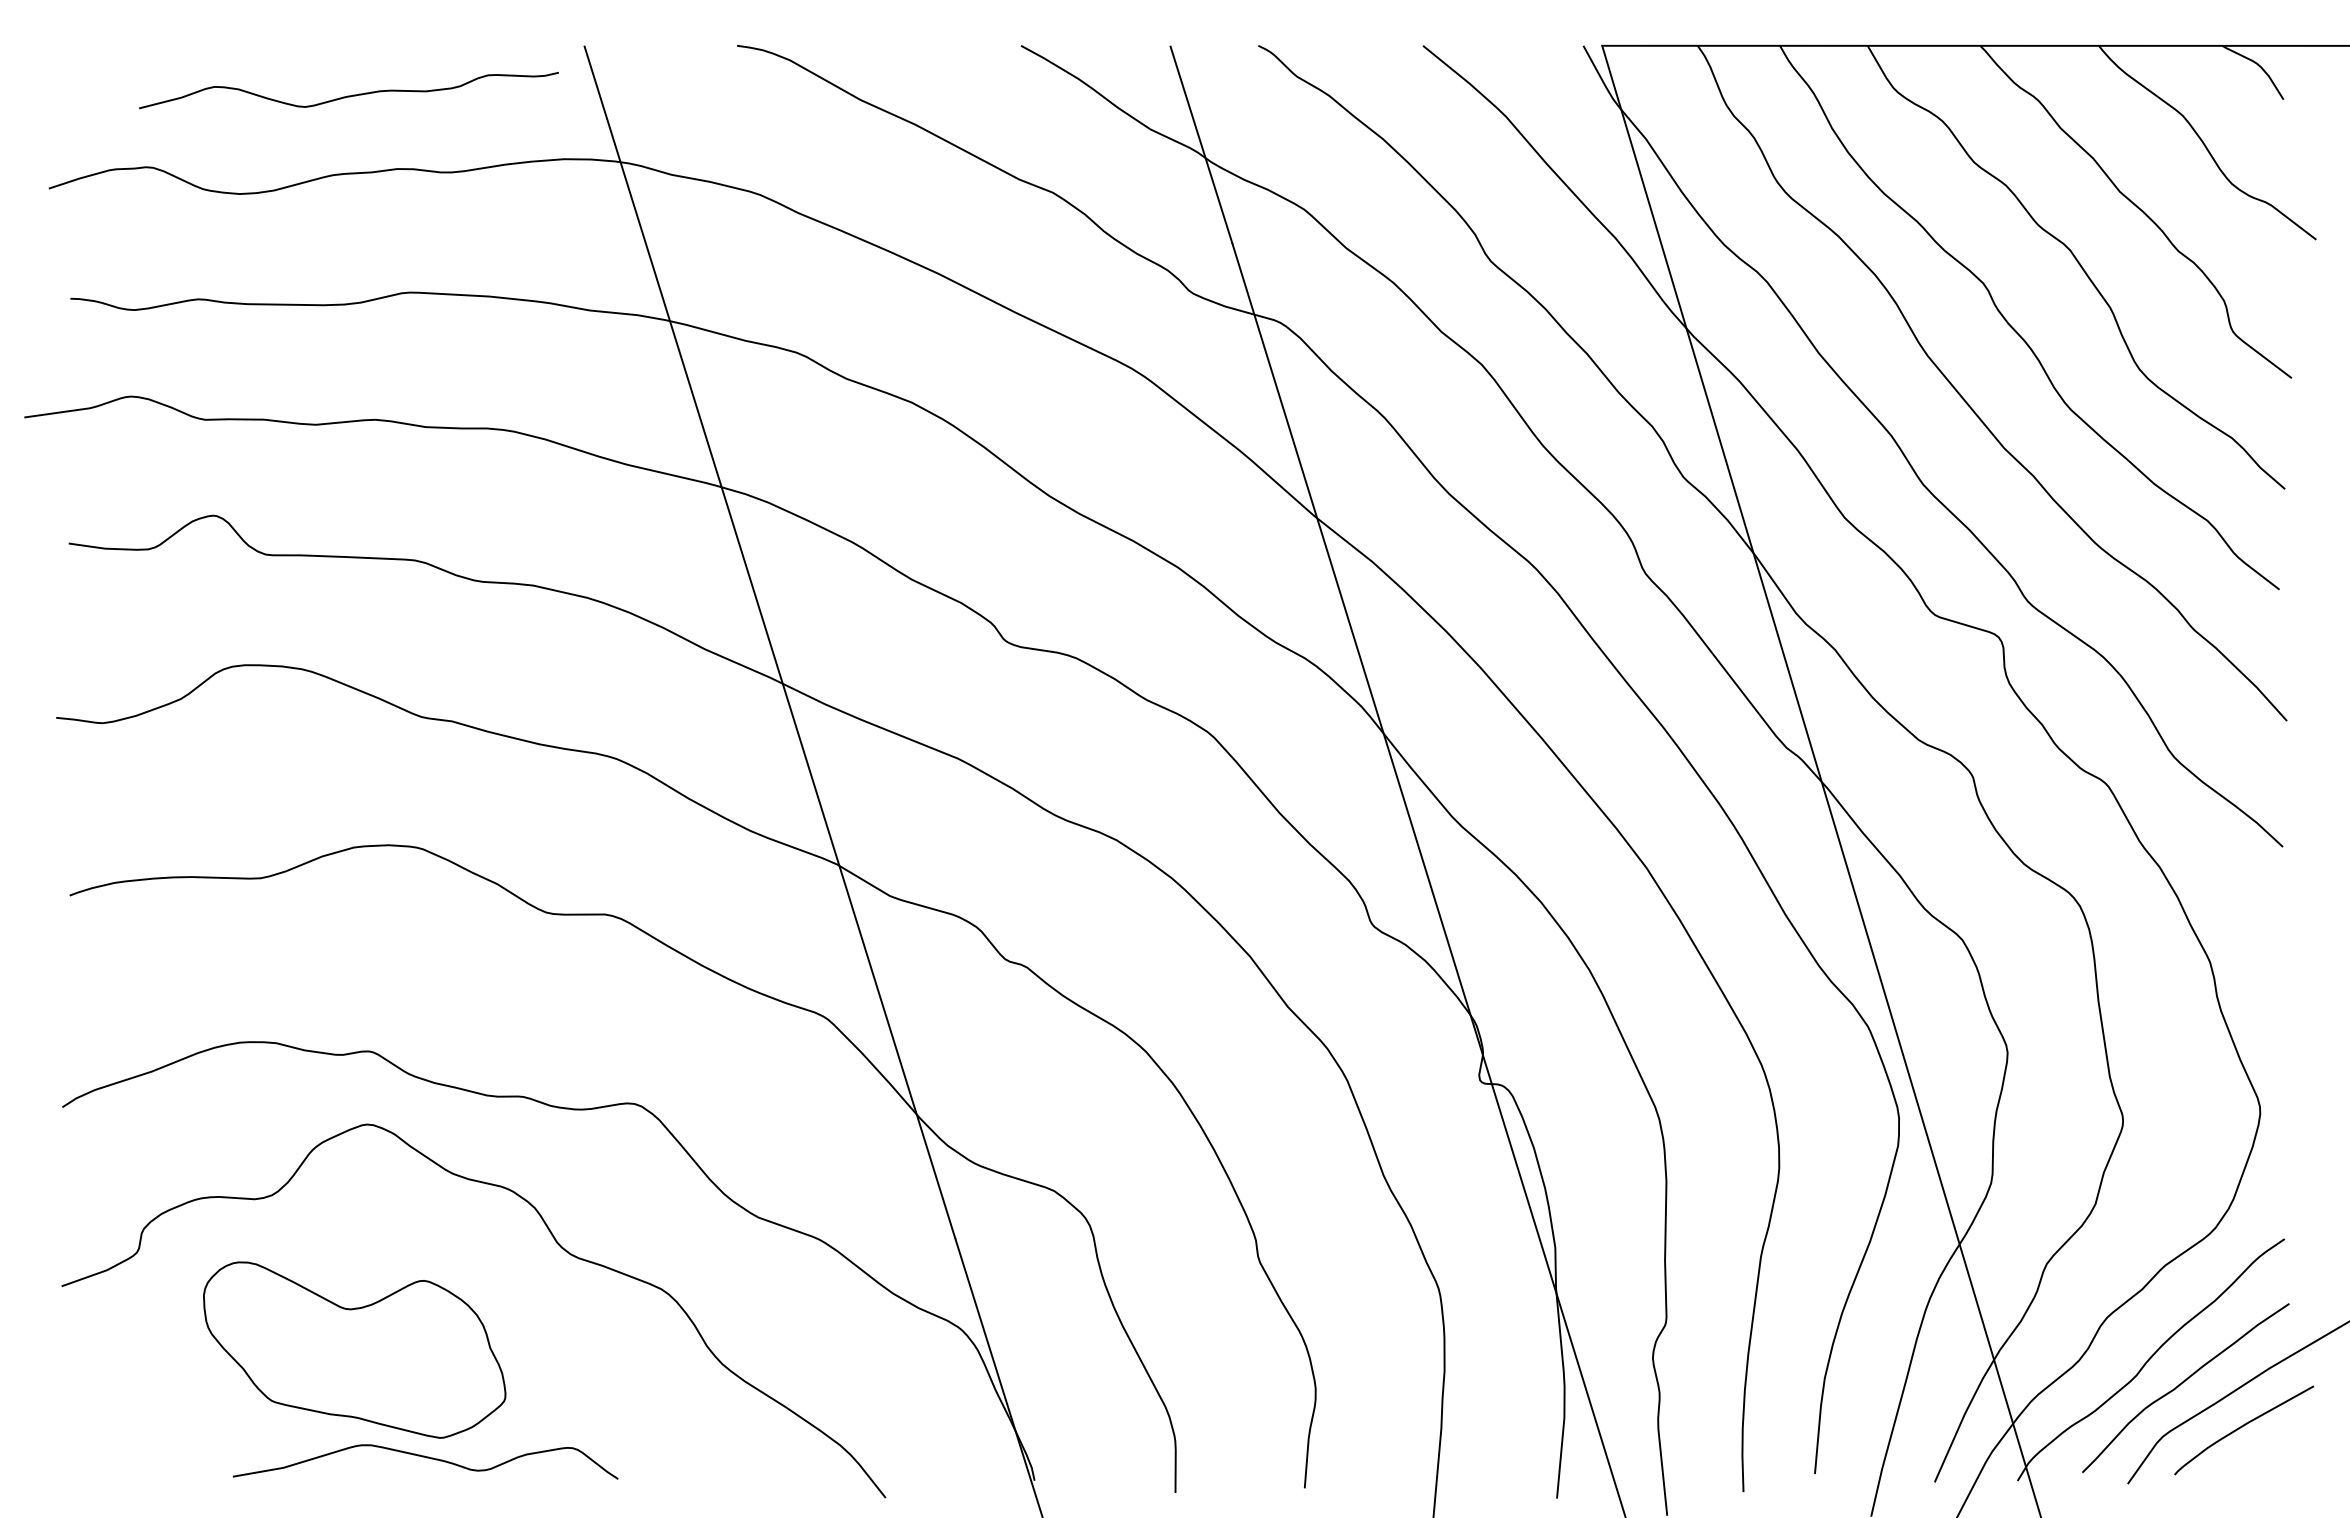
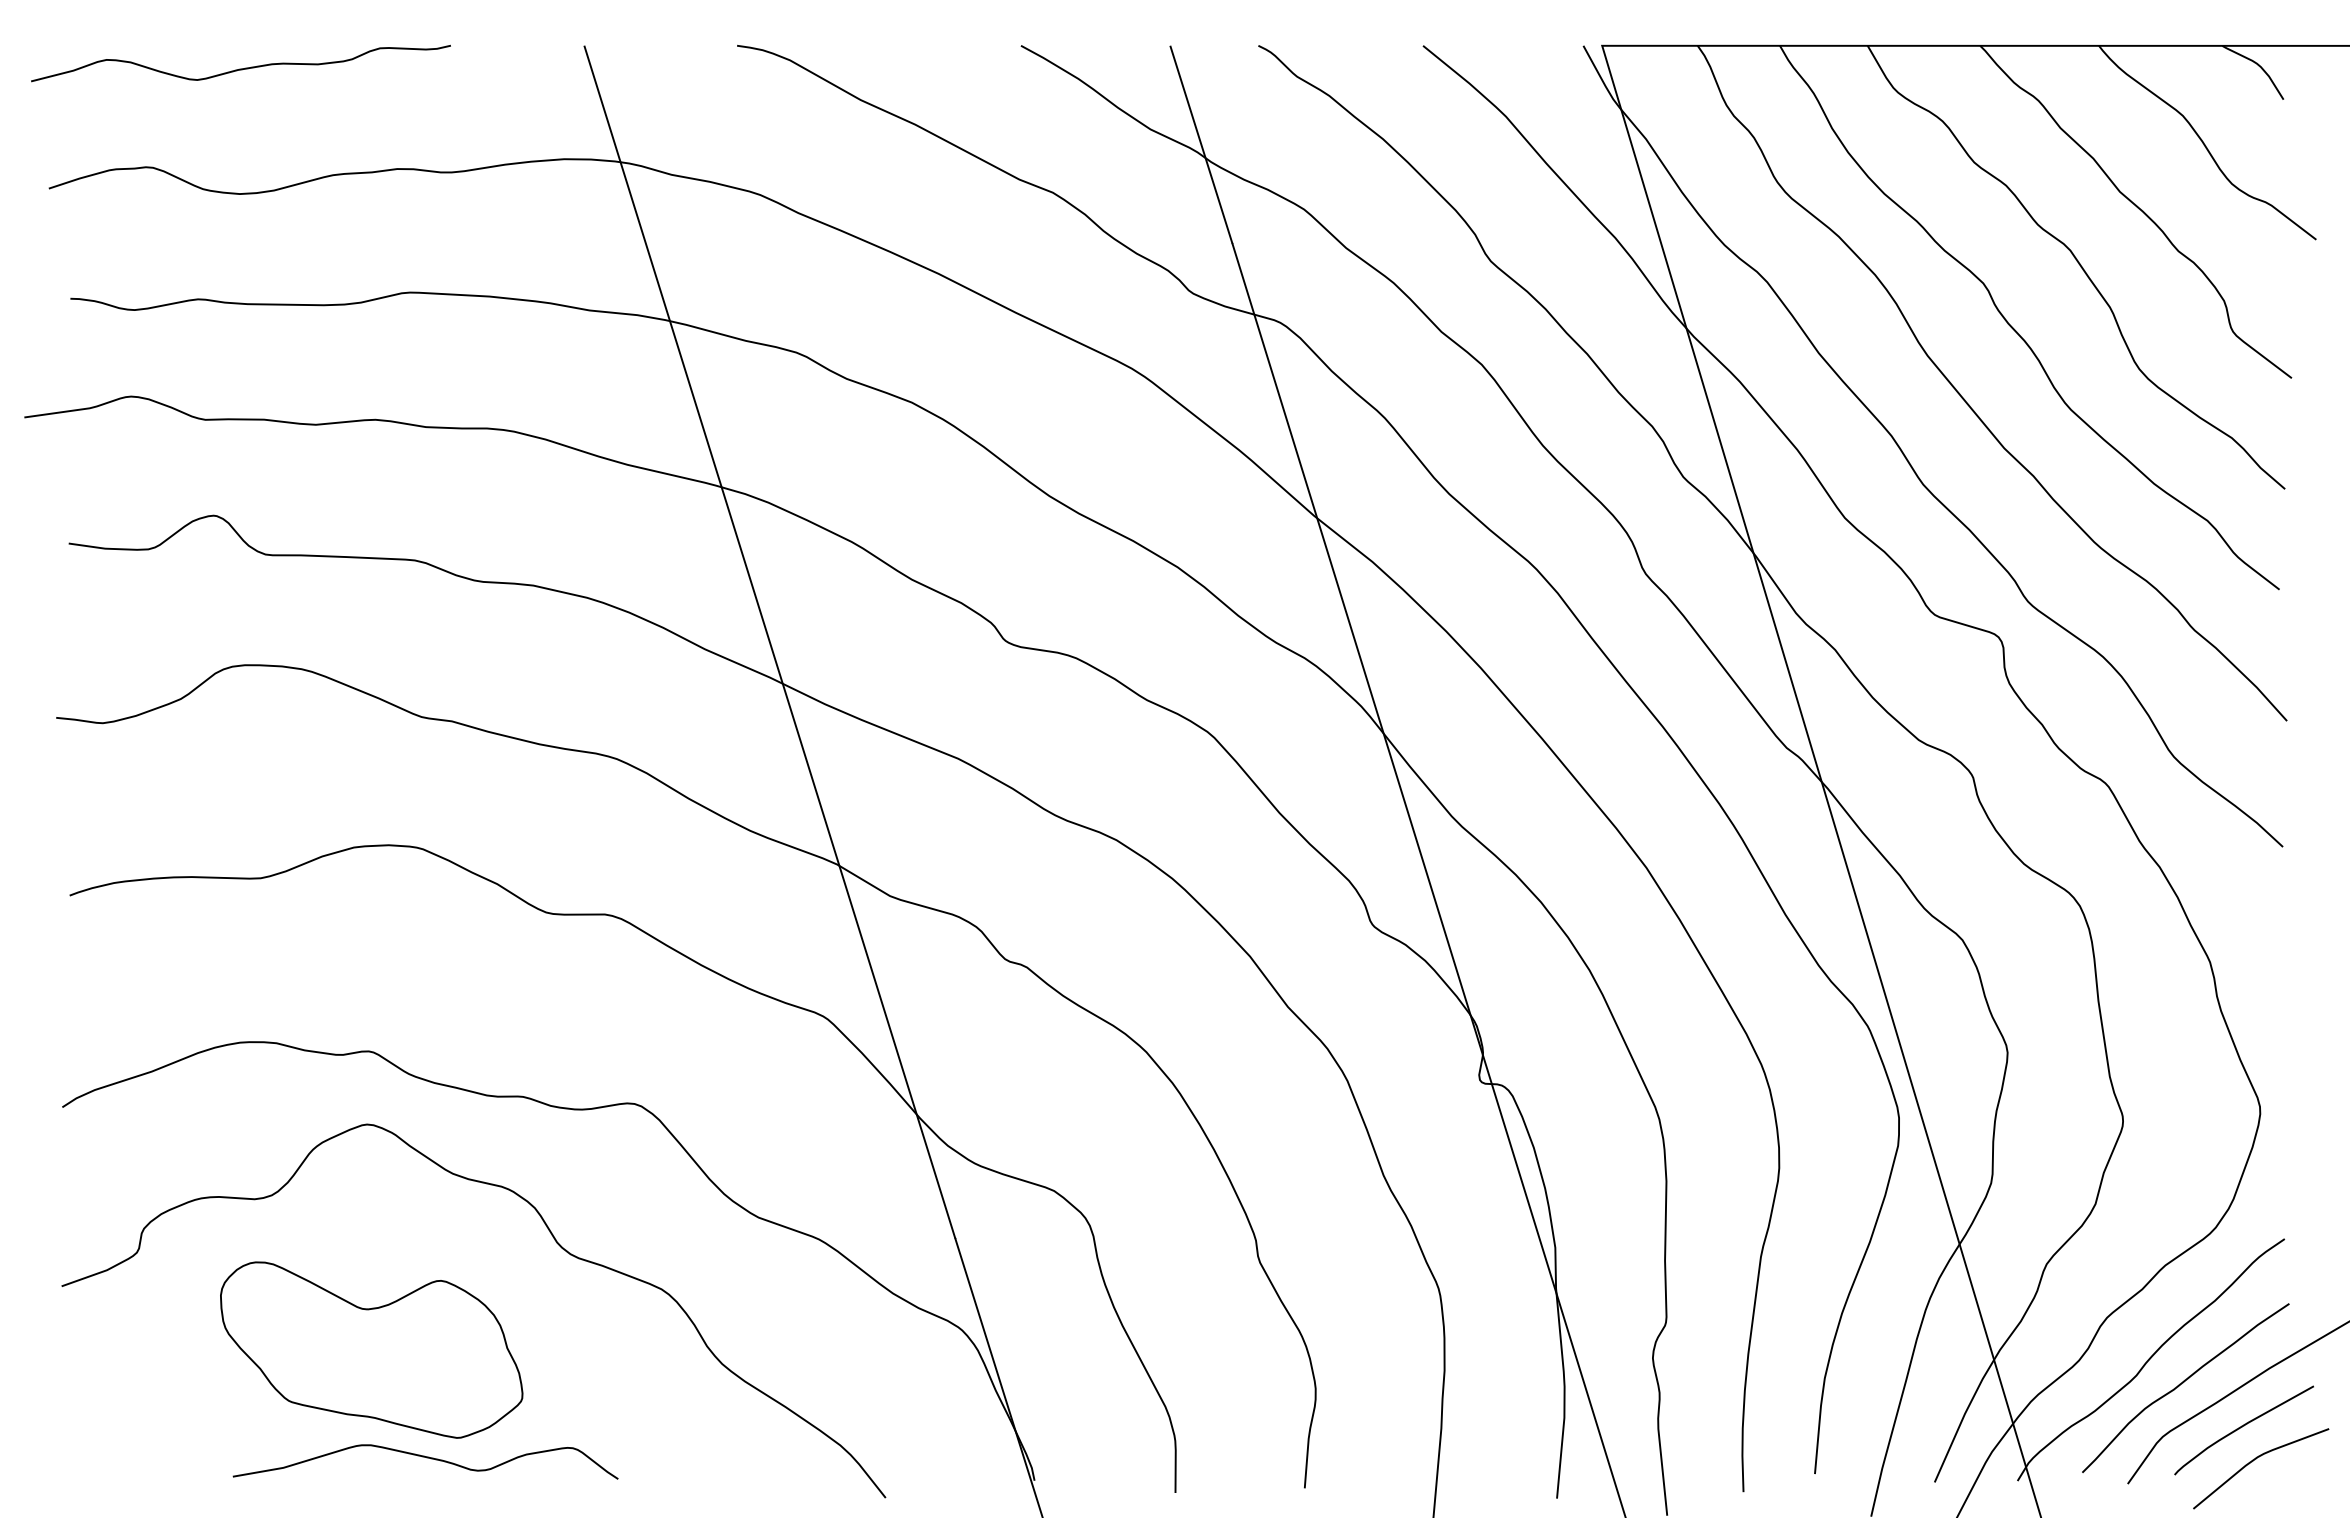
curve at (348, 95) position: (348, 95) -> (240, 68)
part at (354, 1349) position: (354, 1349) -> (371, 1349)
curve at (2256, 1459): none -> present
